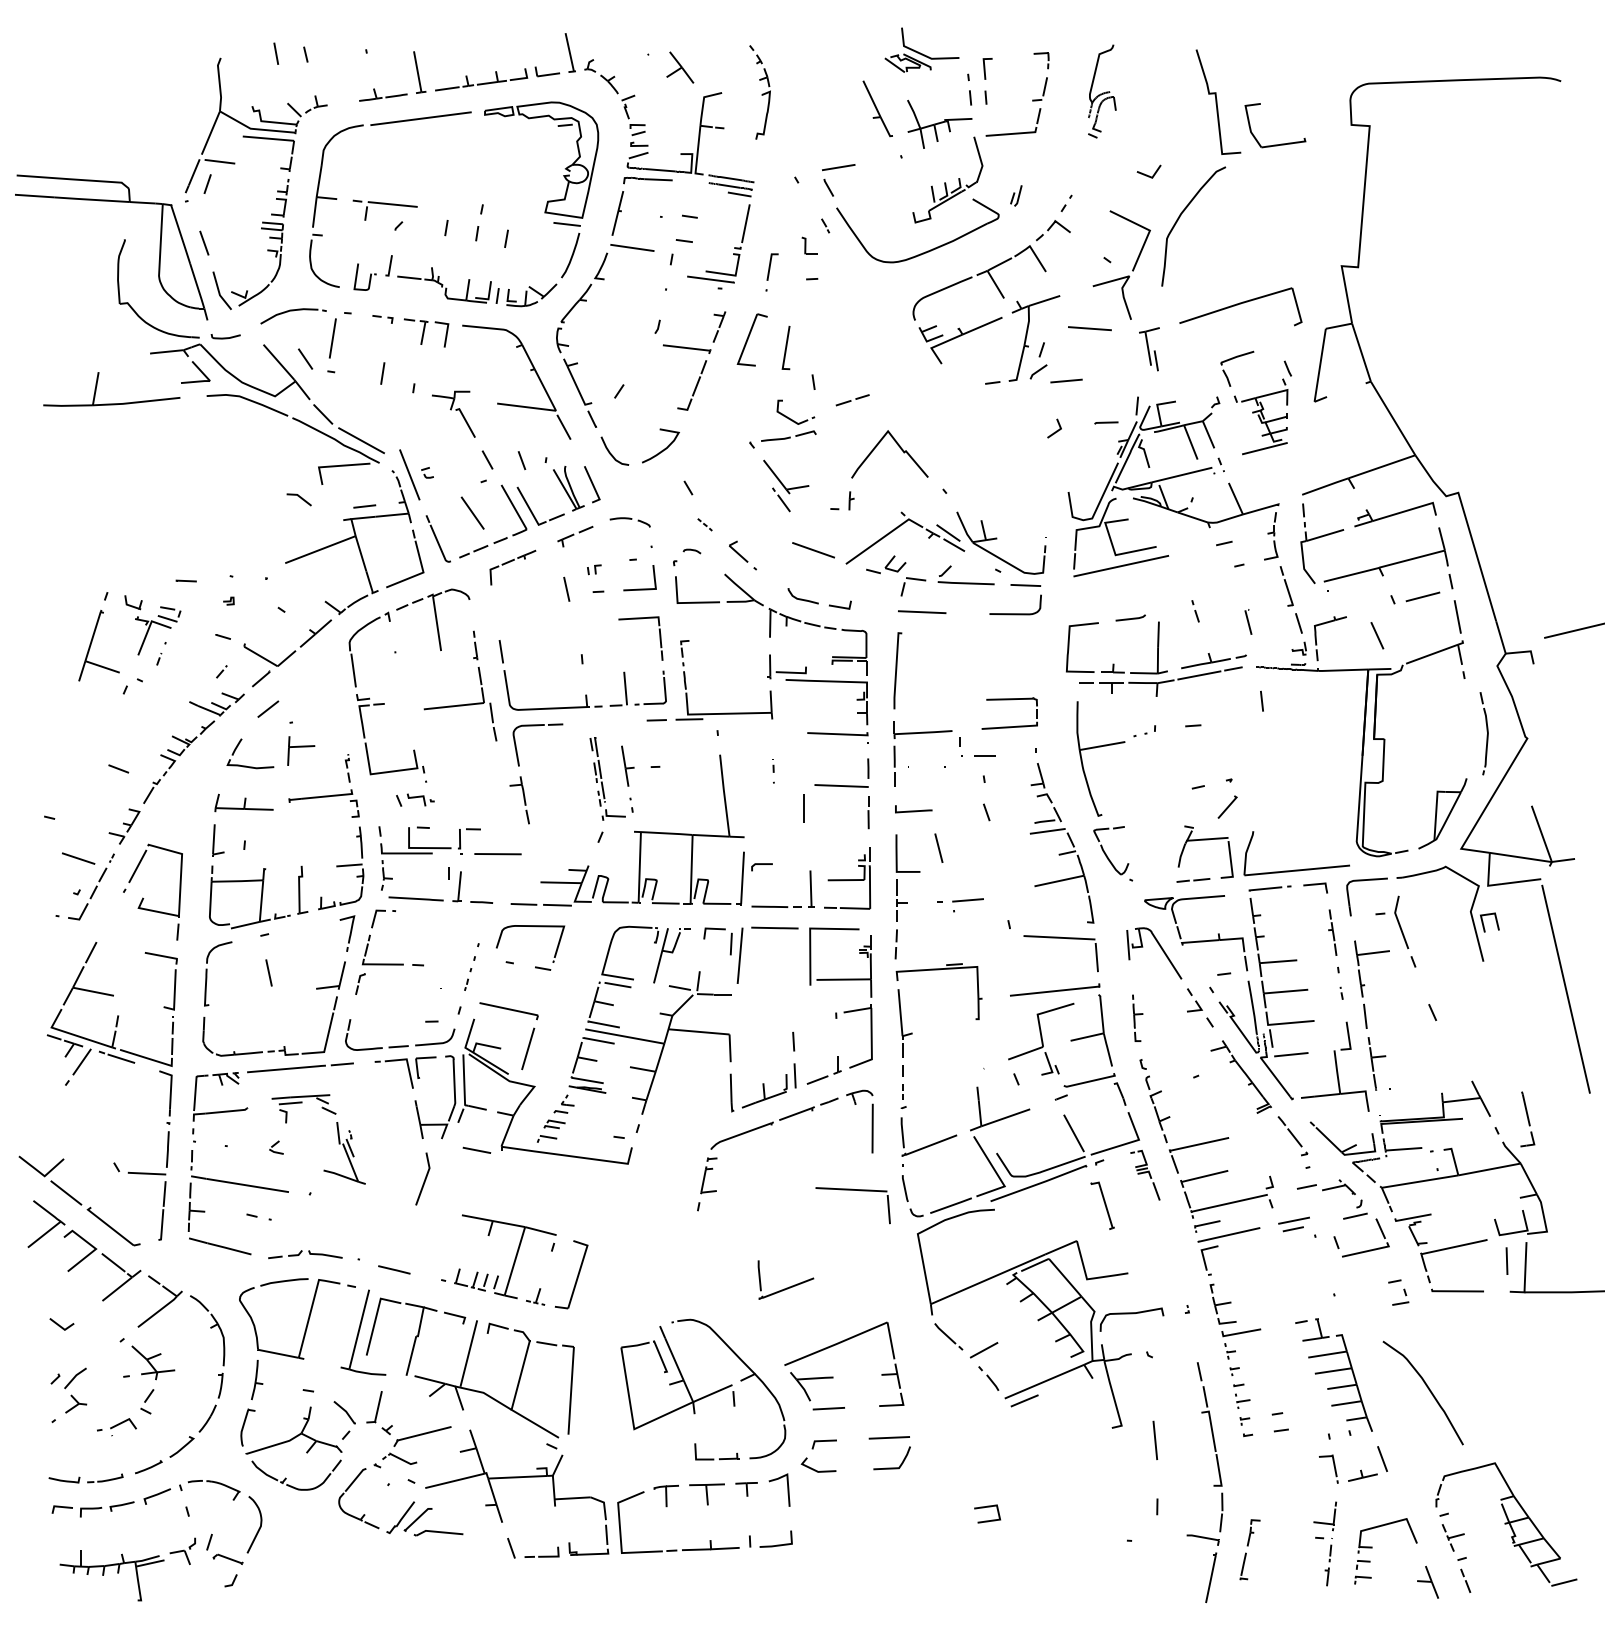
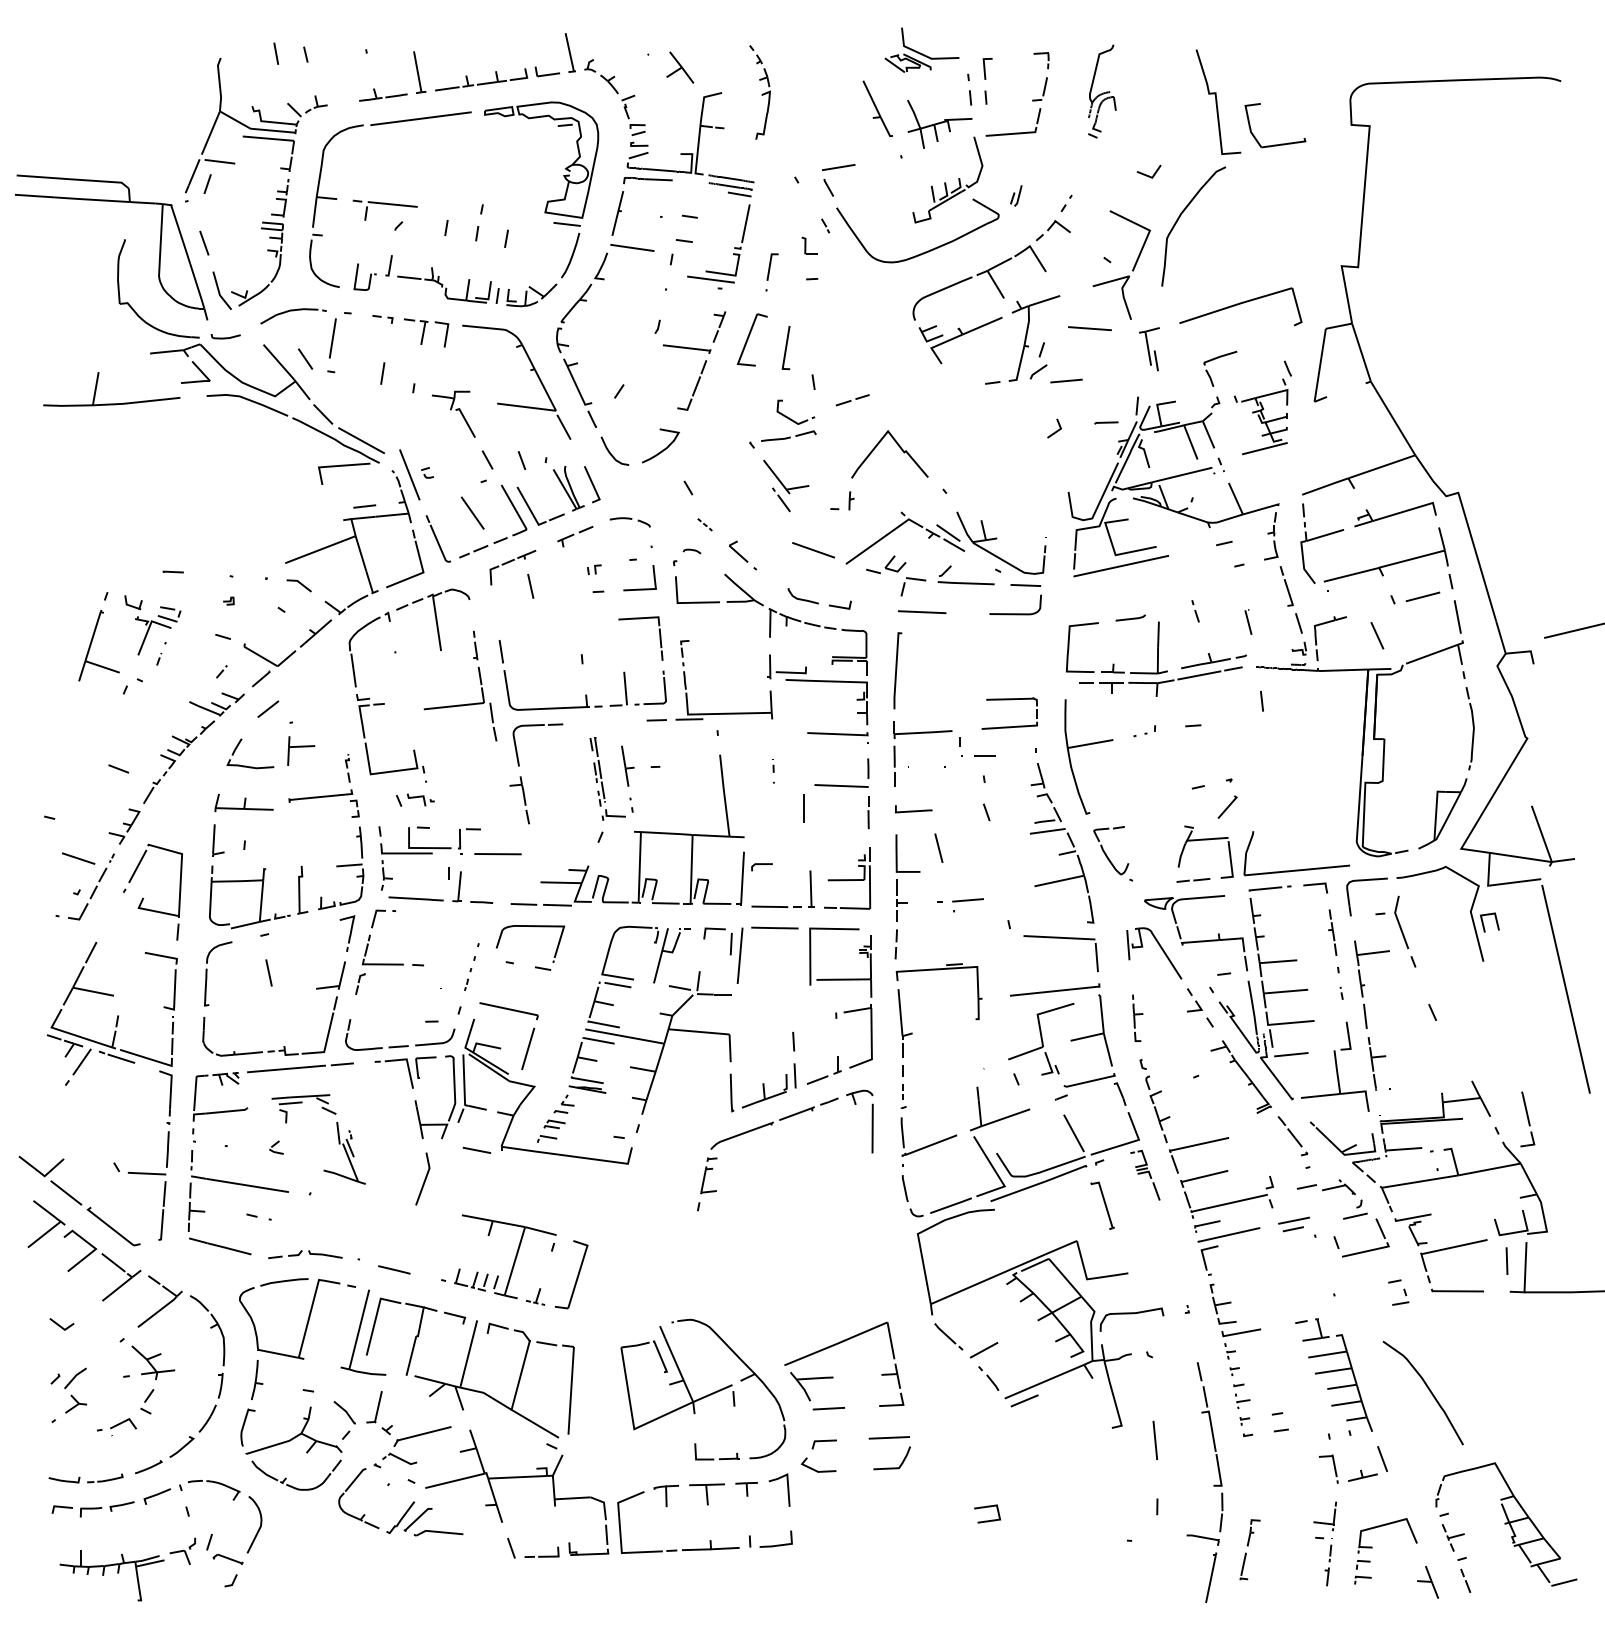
part at (1233, 359) position: (1233, 359) -> (1216, 359)
line at (299, 497) position: (299, 497) -> (299, 583)
line at (185, 580) position: (185, 580) -> (172, 571)
line at (566, 588) position: (566, 588) -> (530, 585)
part at (1483, 733) position: (1483, 733) -> (1469, 728)
part at (1100, 747) position: (1100, 747) -> (1088, 745)
part at (852, 1190): present -> none
part at (789, 1286): present -> none
